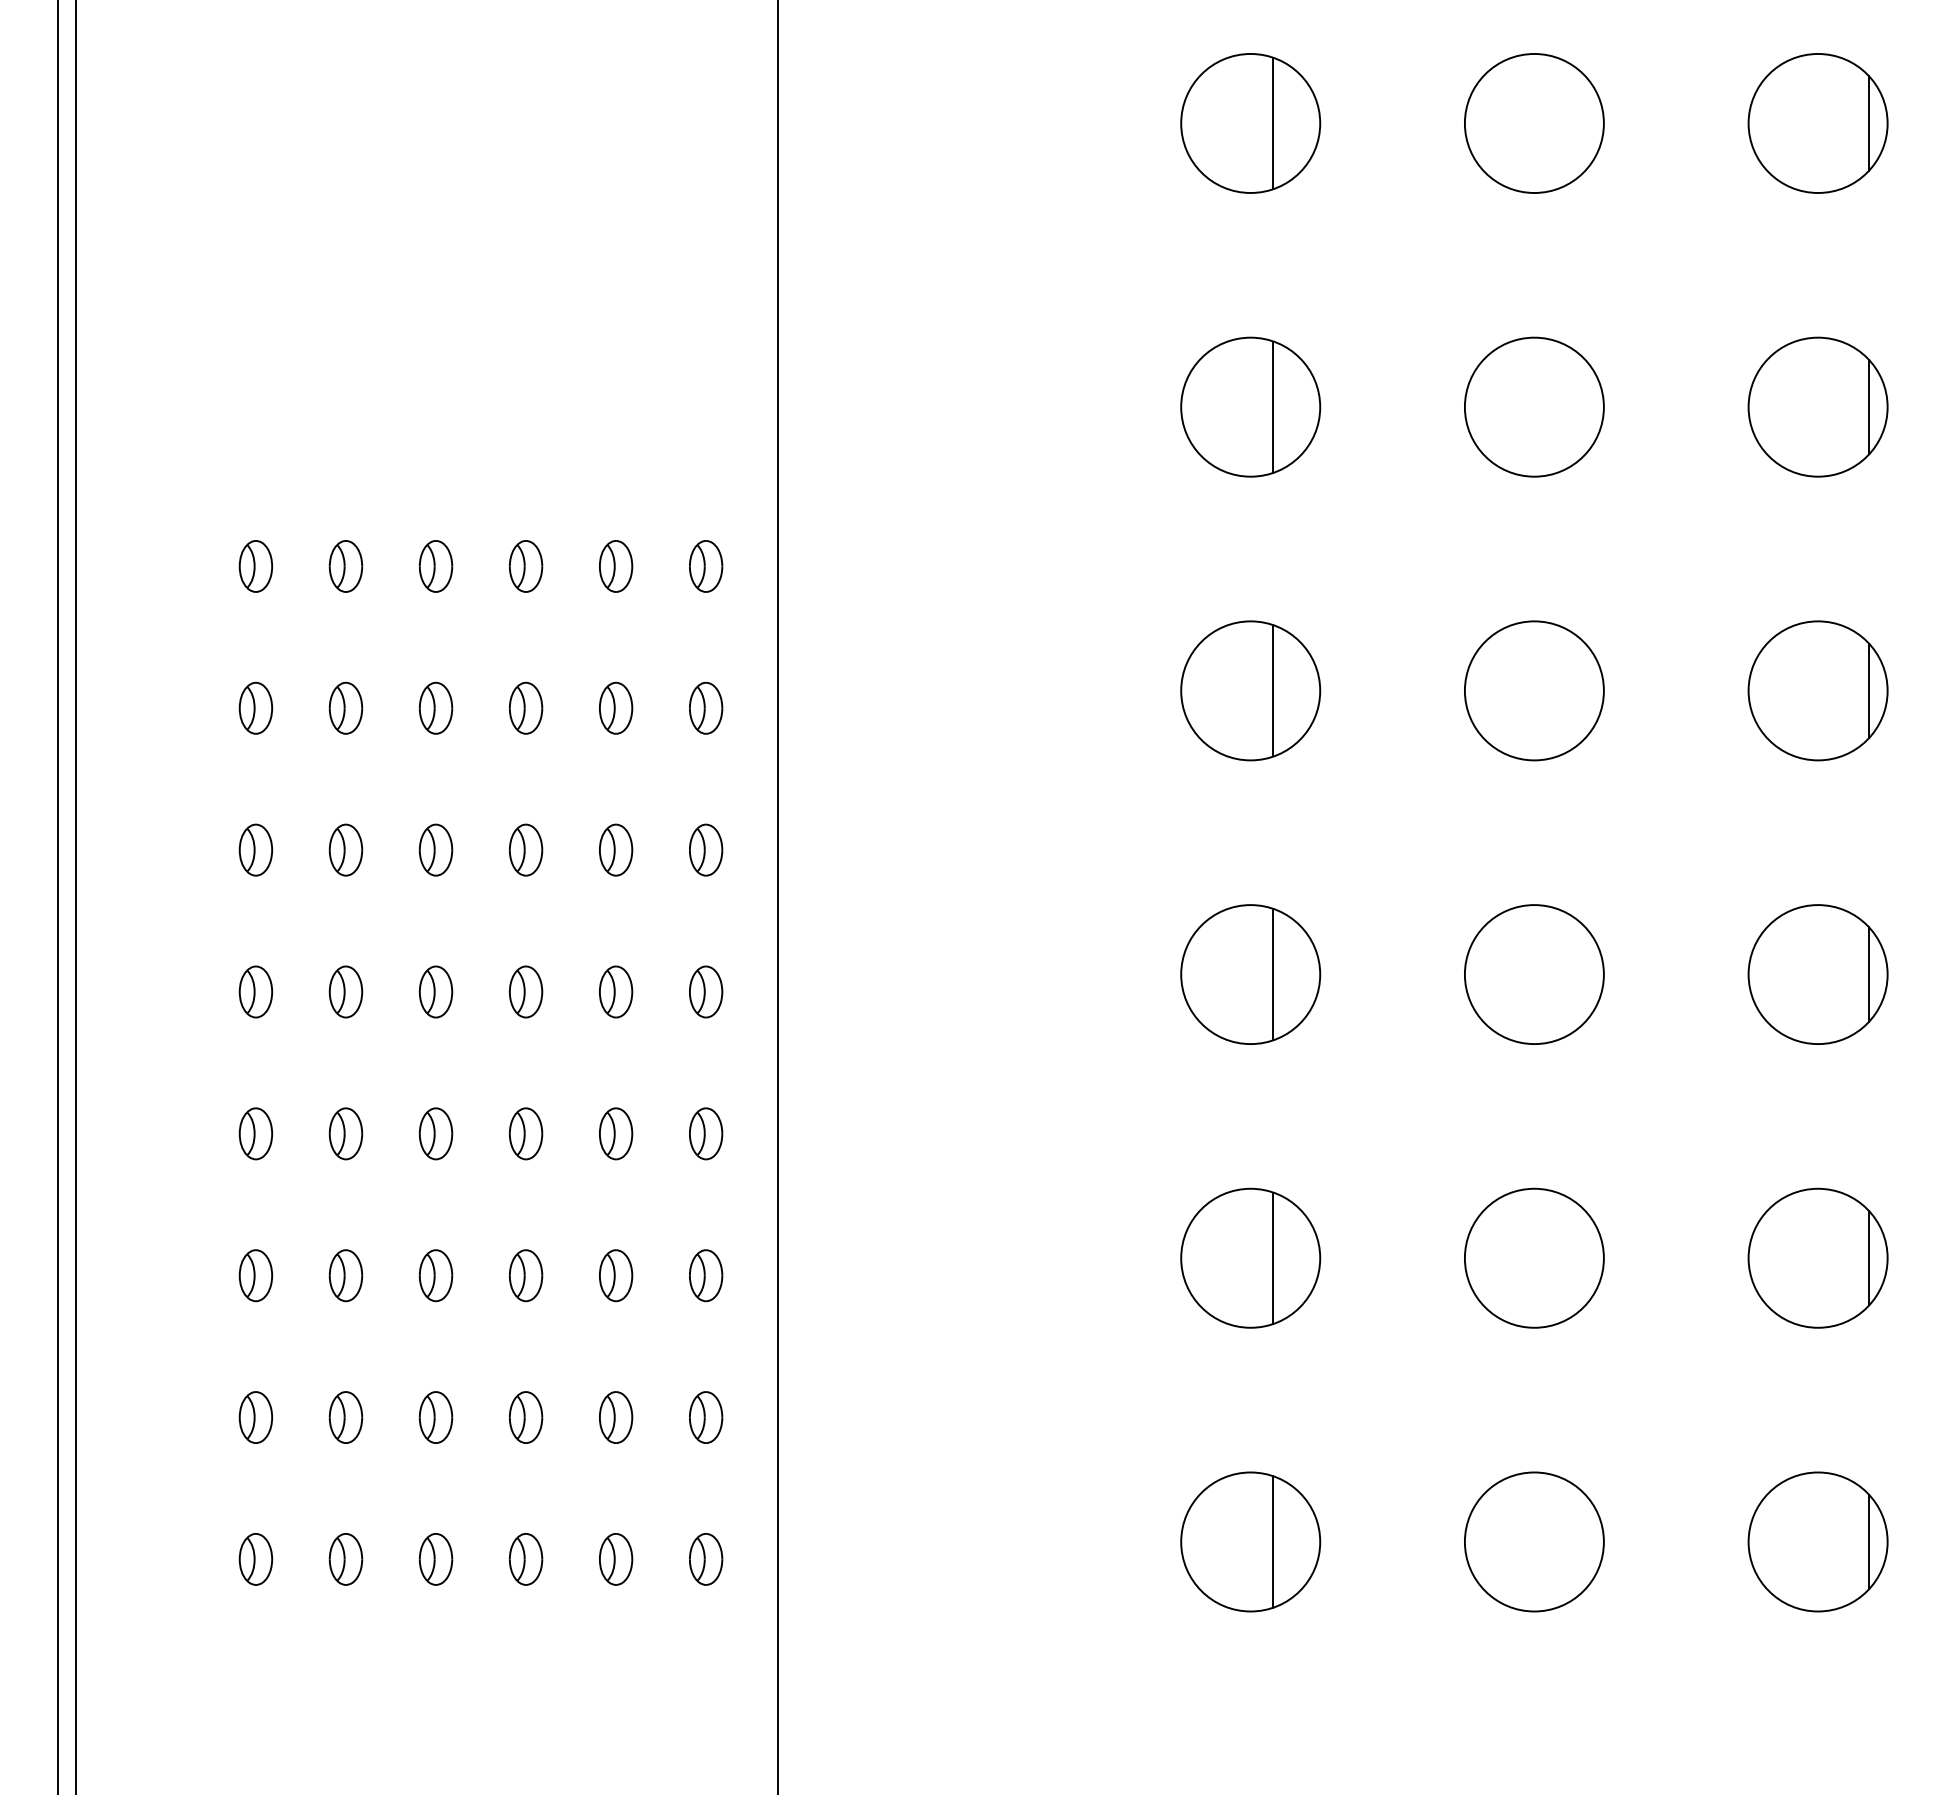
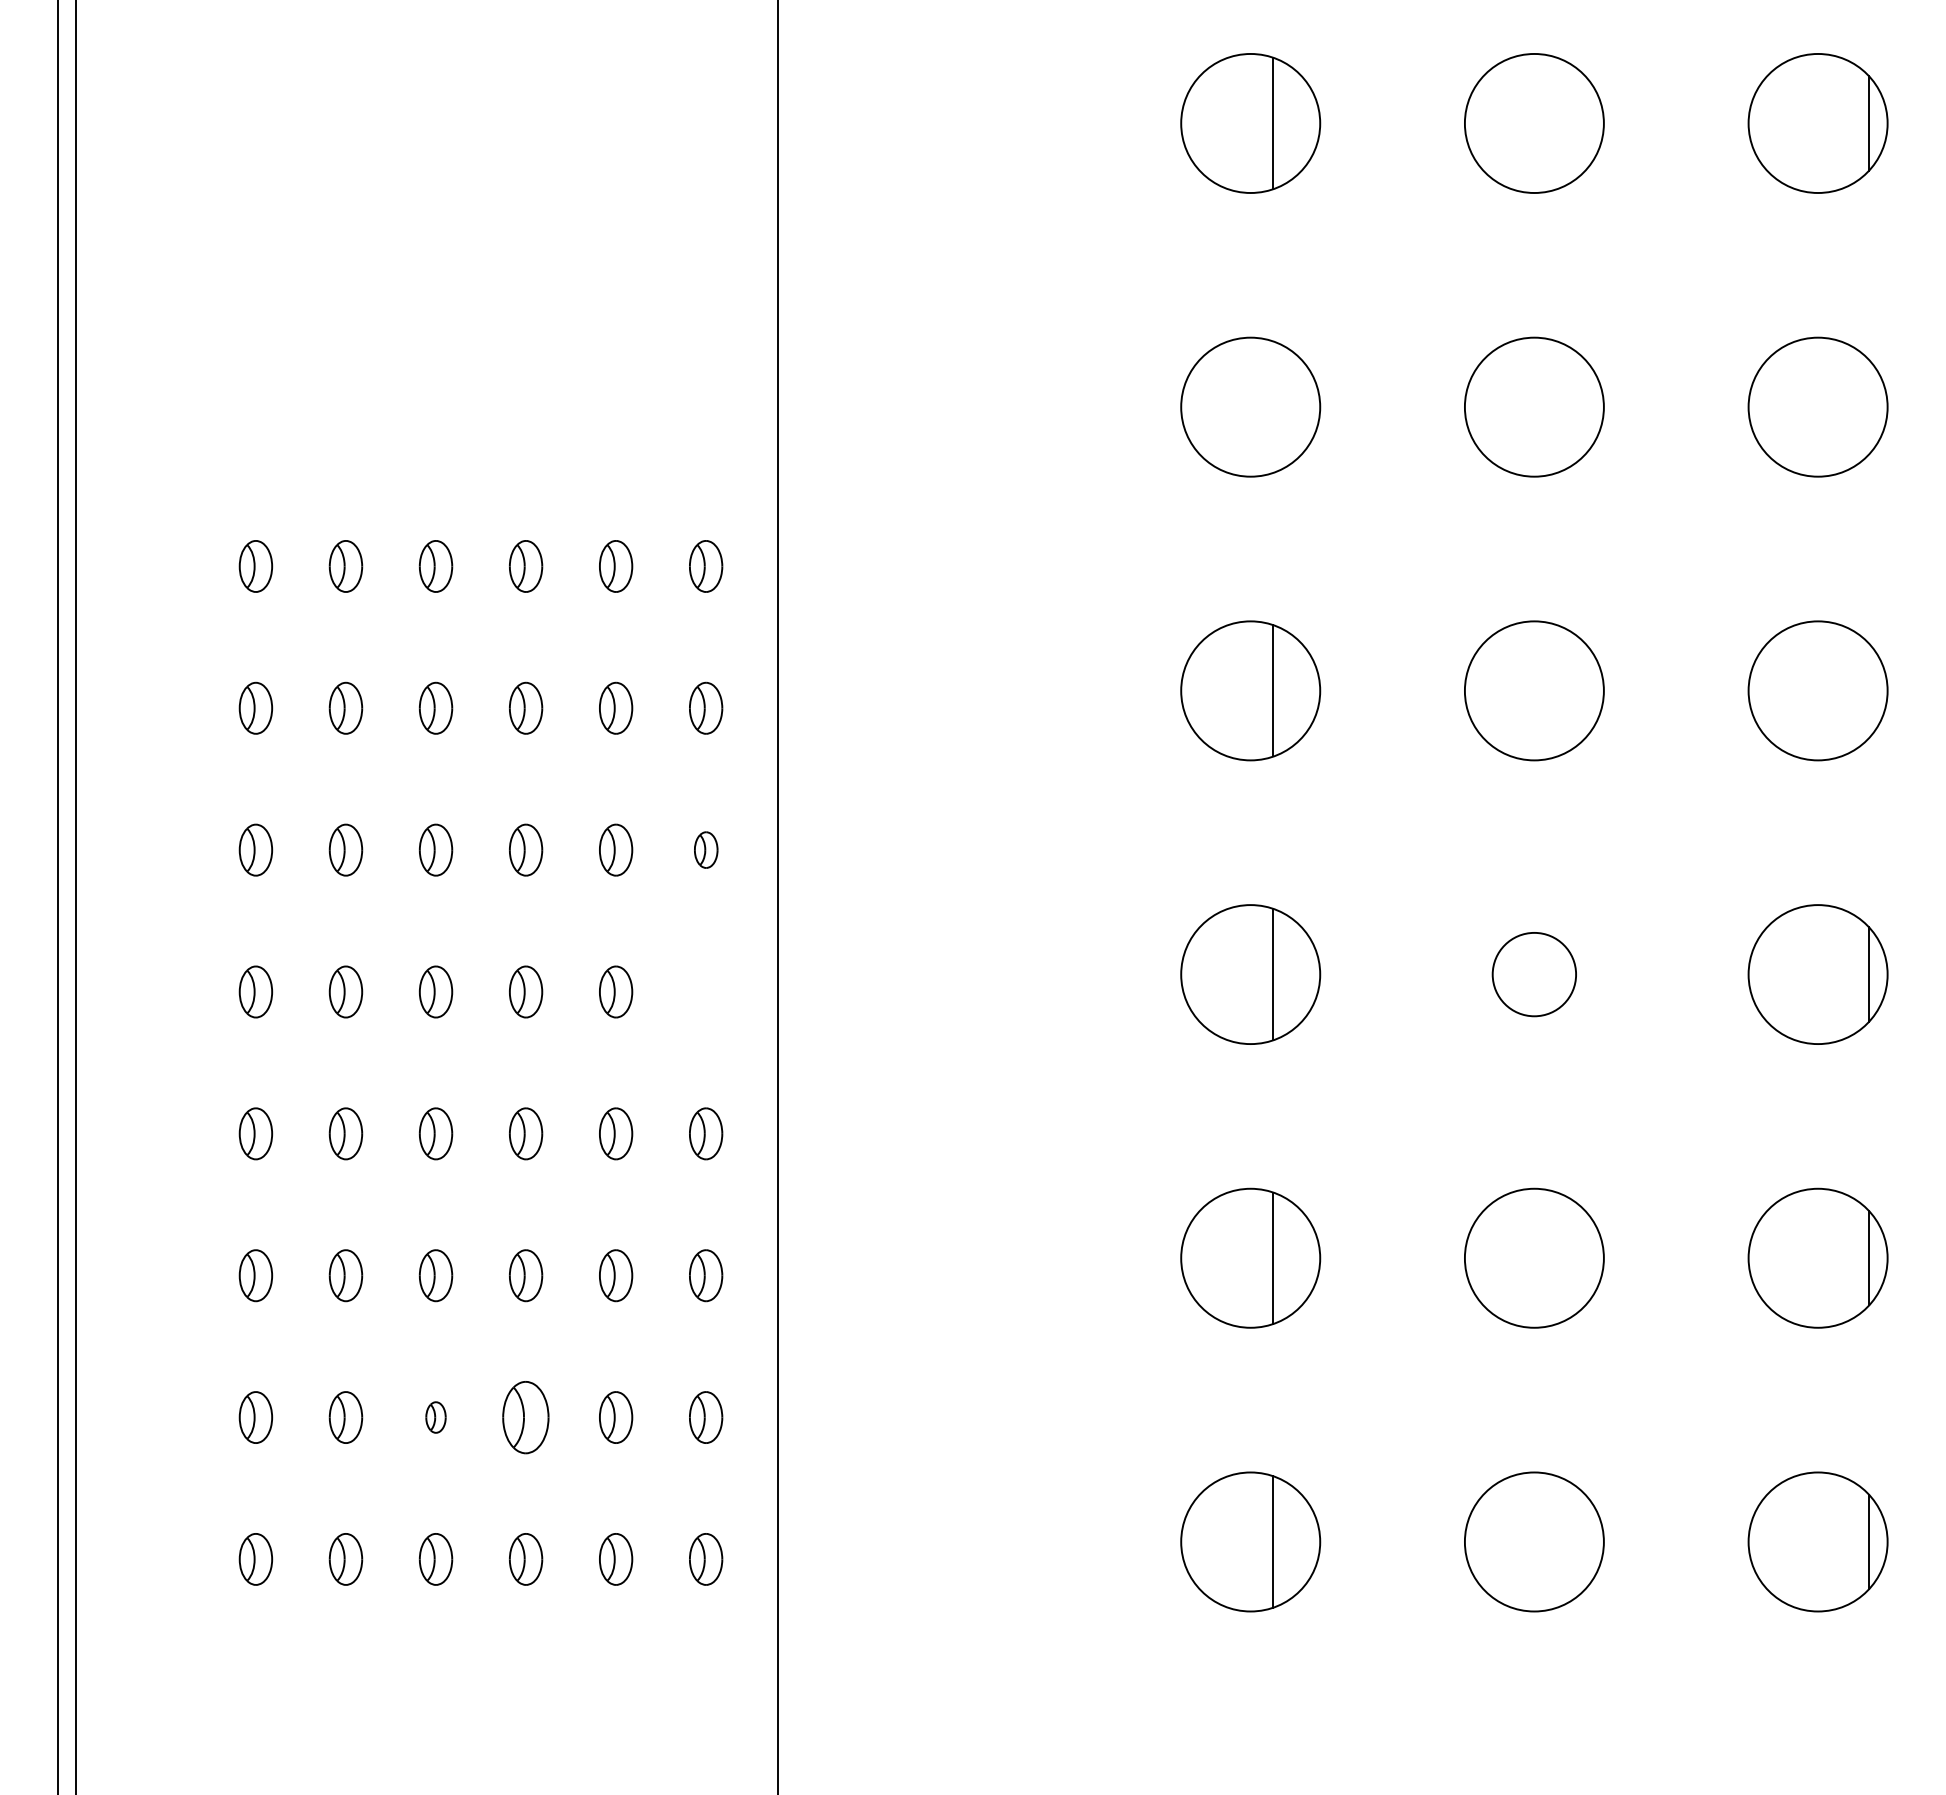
line at (1273, 406): present -> none
line at (1869, 407): present -> none
line at (1869, 690): present -> none
part at (706, 849) size: 35x54 px -> 25x38 px
circle at (1533, 974) diameter: 139 px -> 83 px
part at (706, 991): present -> none
part at (435, 1417) size: 36x53 px -> 22x33 px
part at (526, 1417) size: 35x53 px -> 48x74 px
